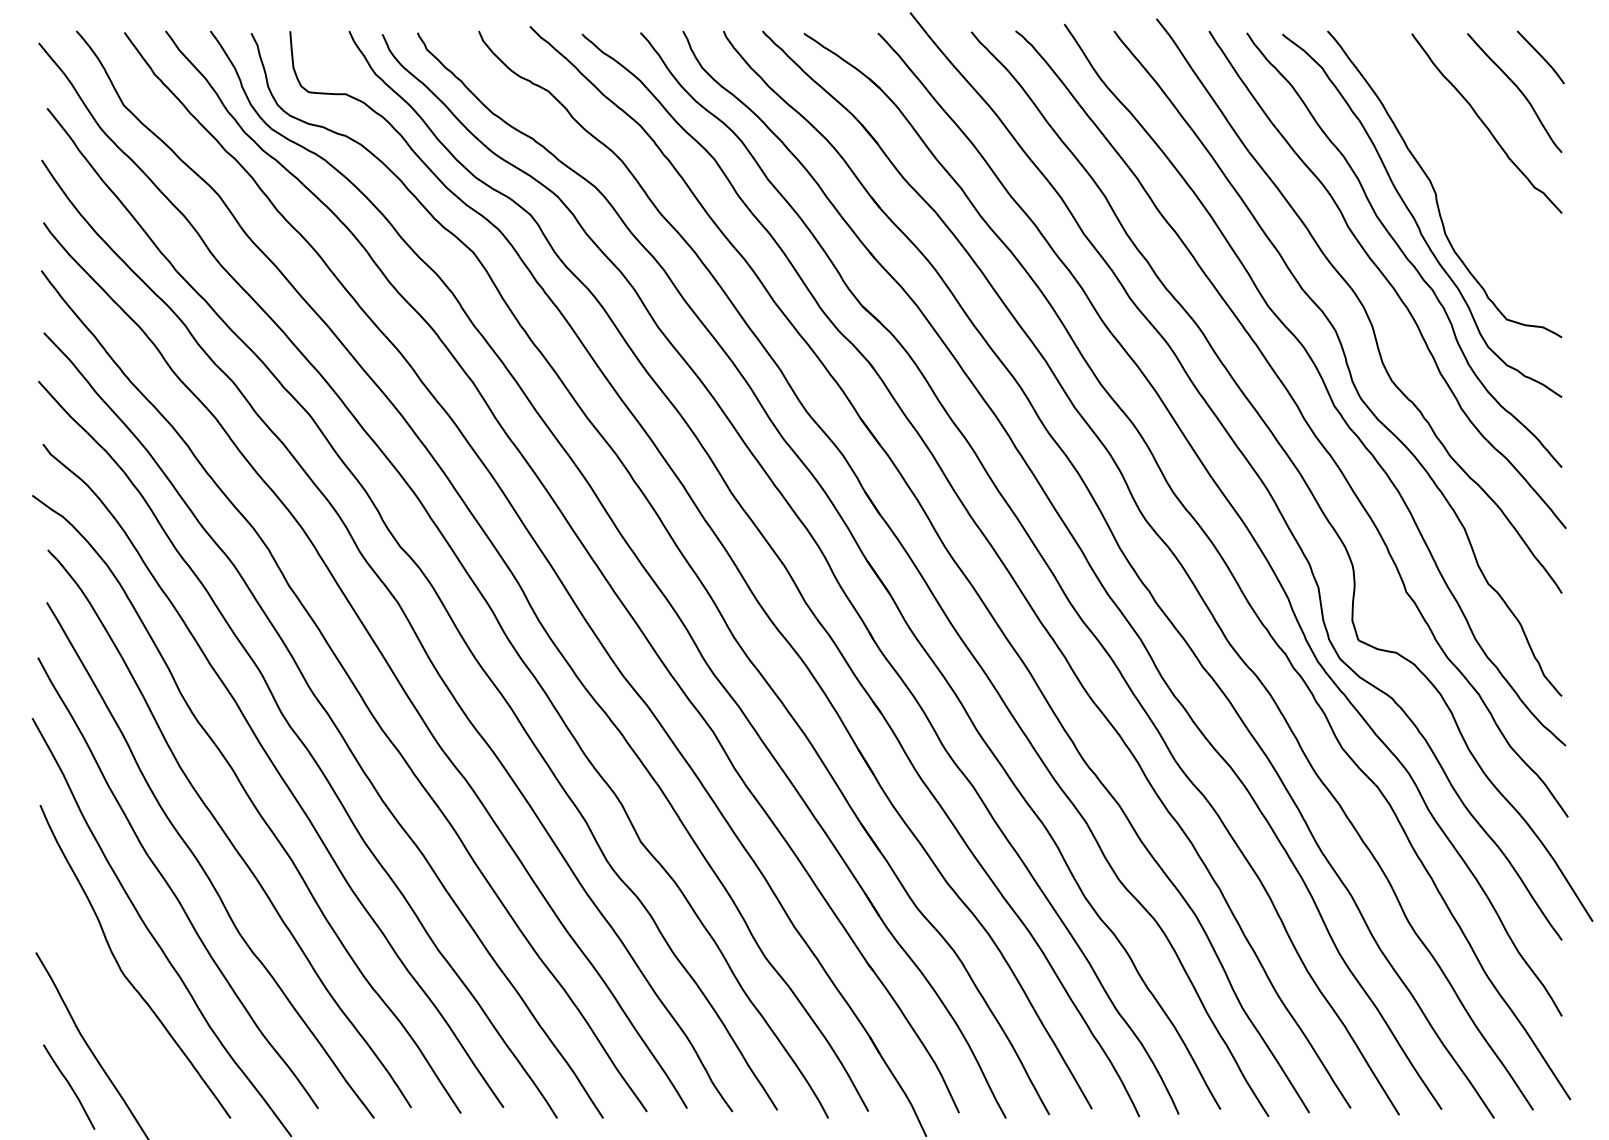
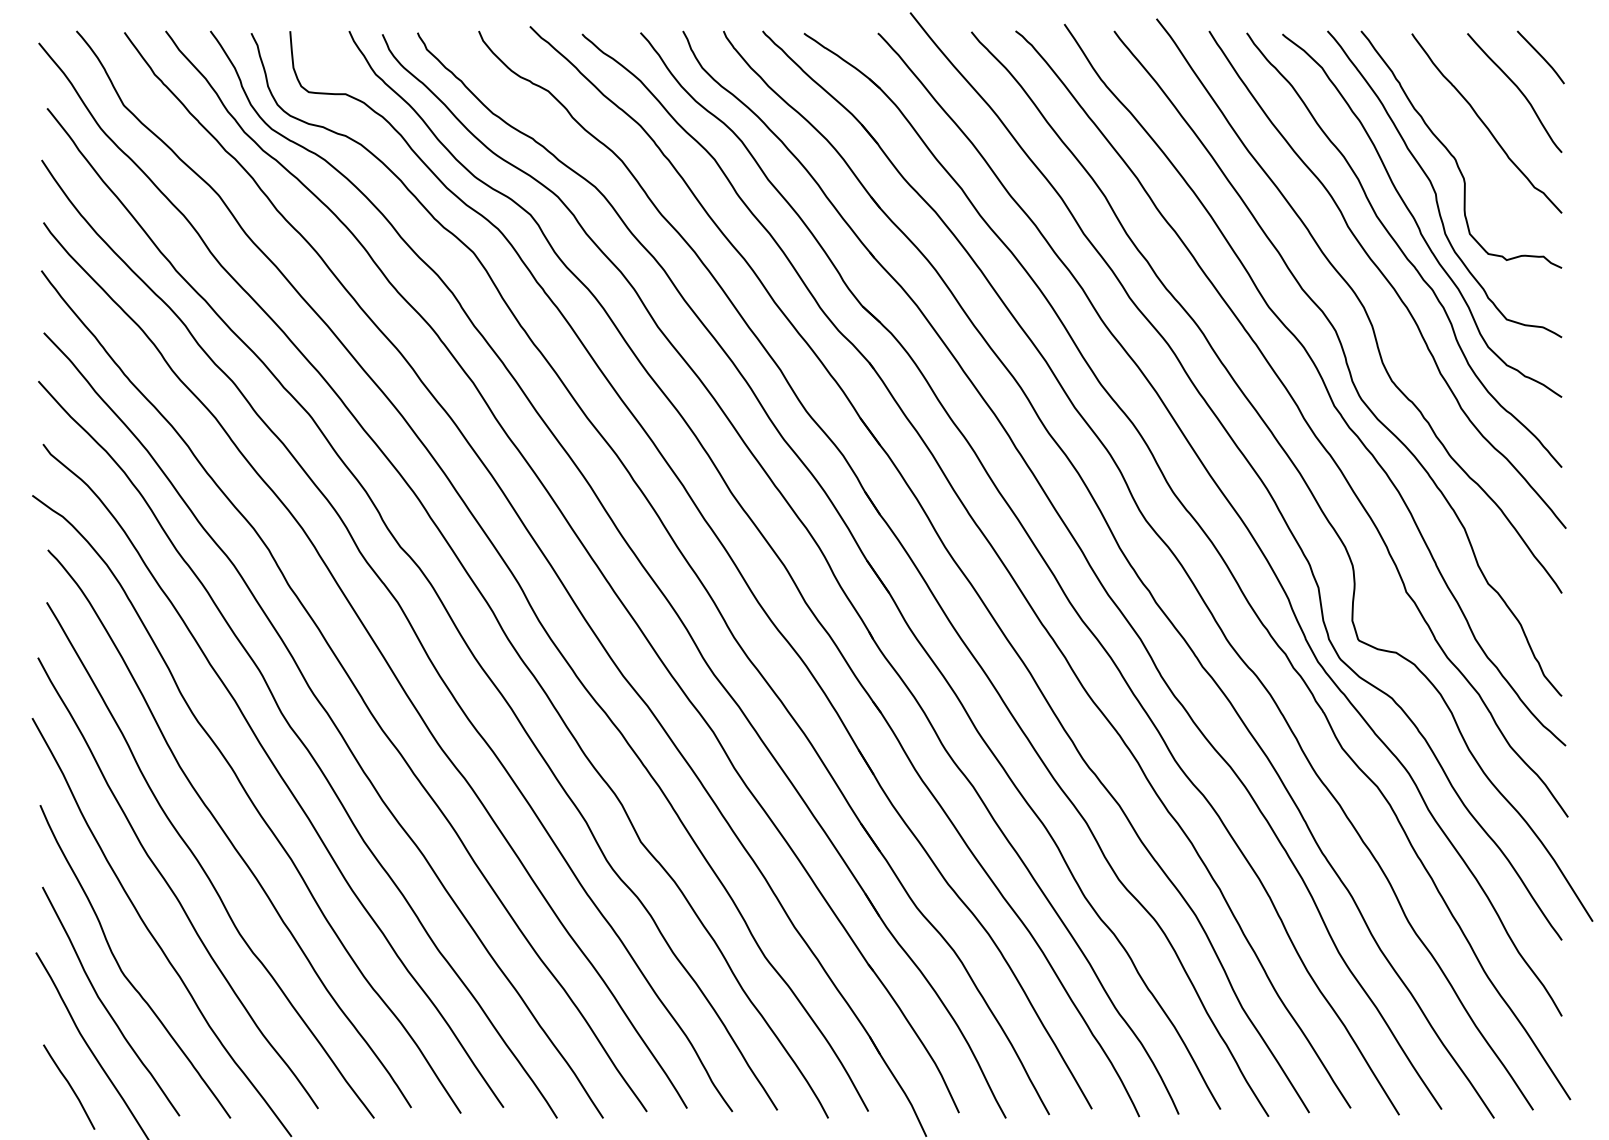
curve at (1454, 156): none -> present
curve at (104, 1004): none -> present
